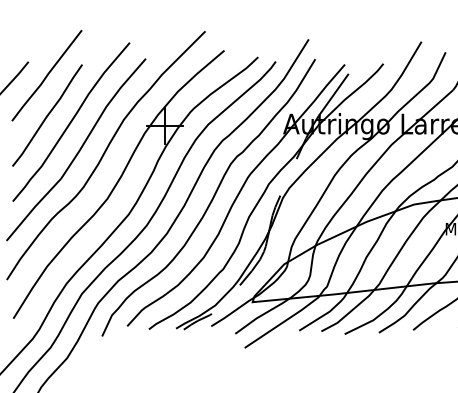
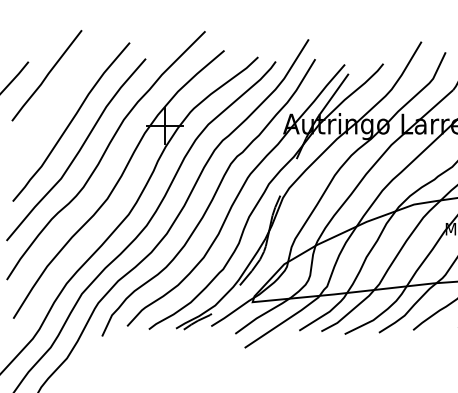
curve at (47, 115): present -> none
